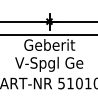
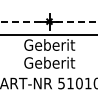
line at (49, 21): solid -> dashed
text at (49, 63): V-Spgl Ge -> Geberit
